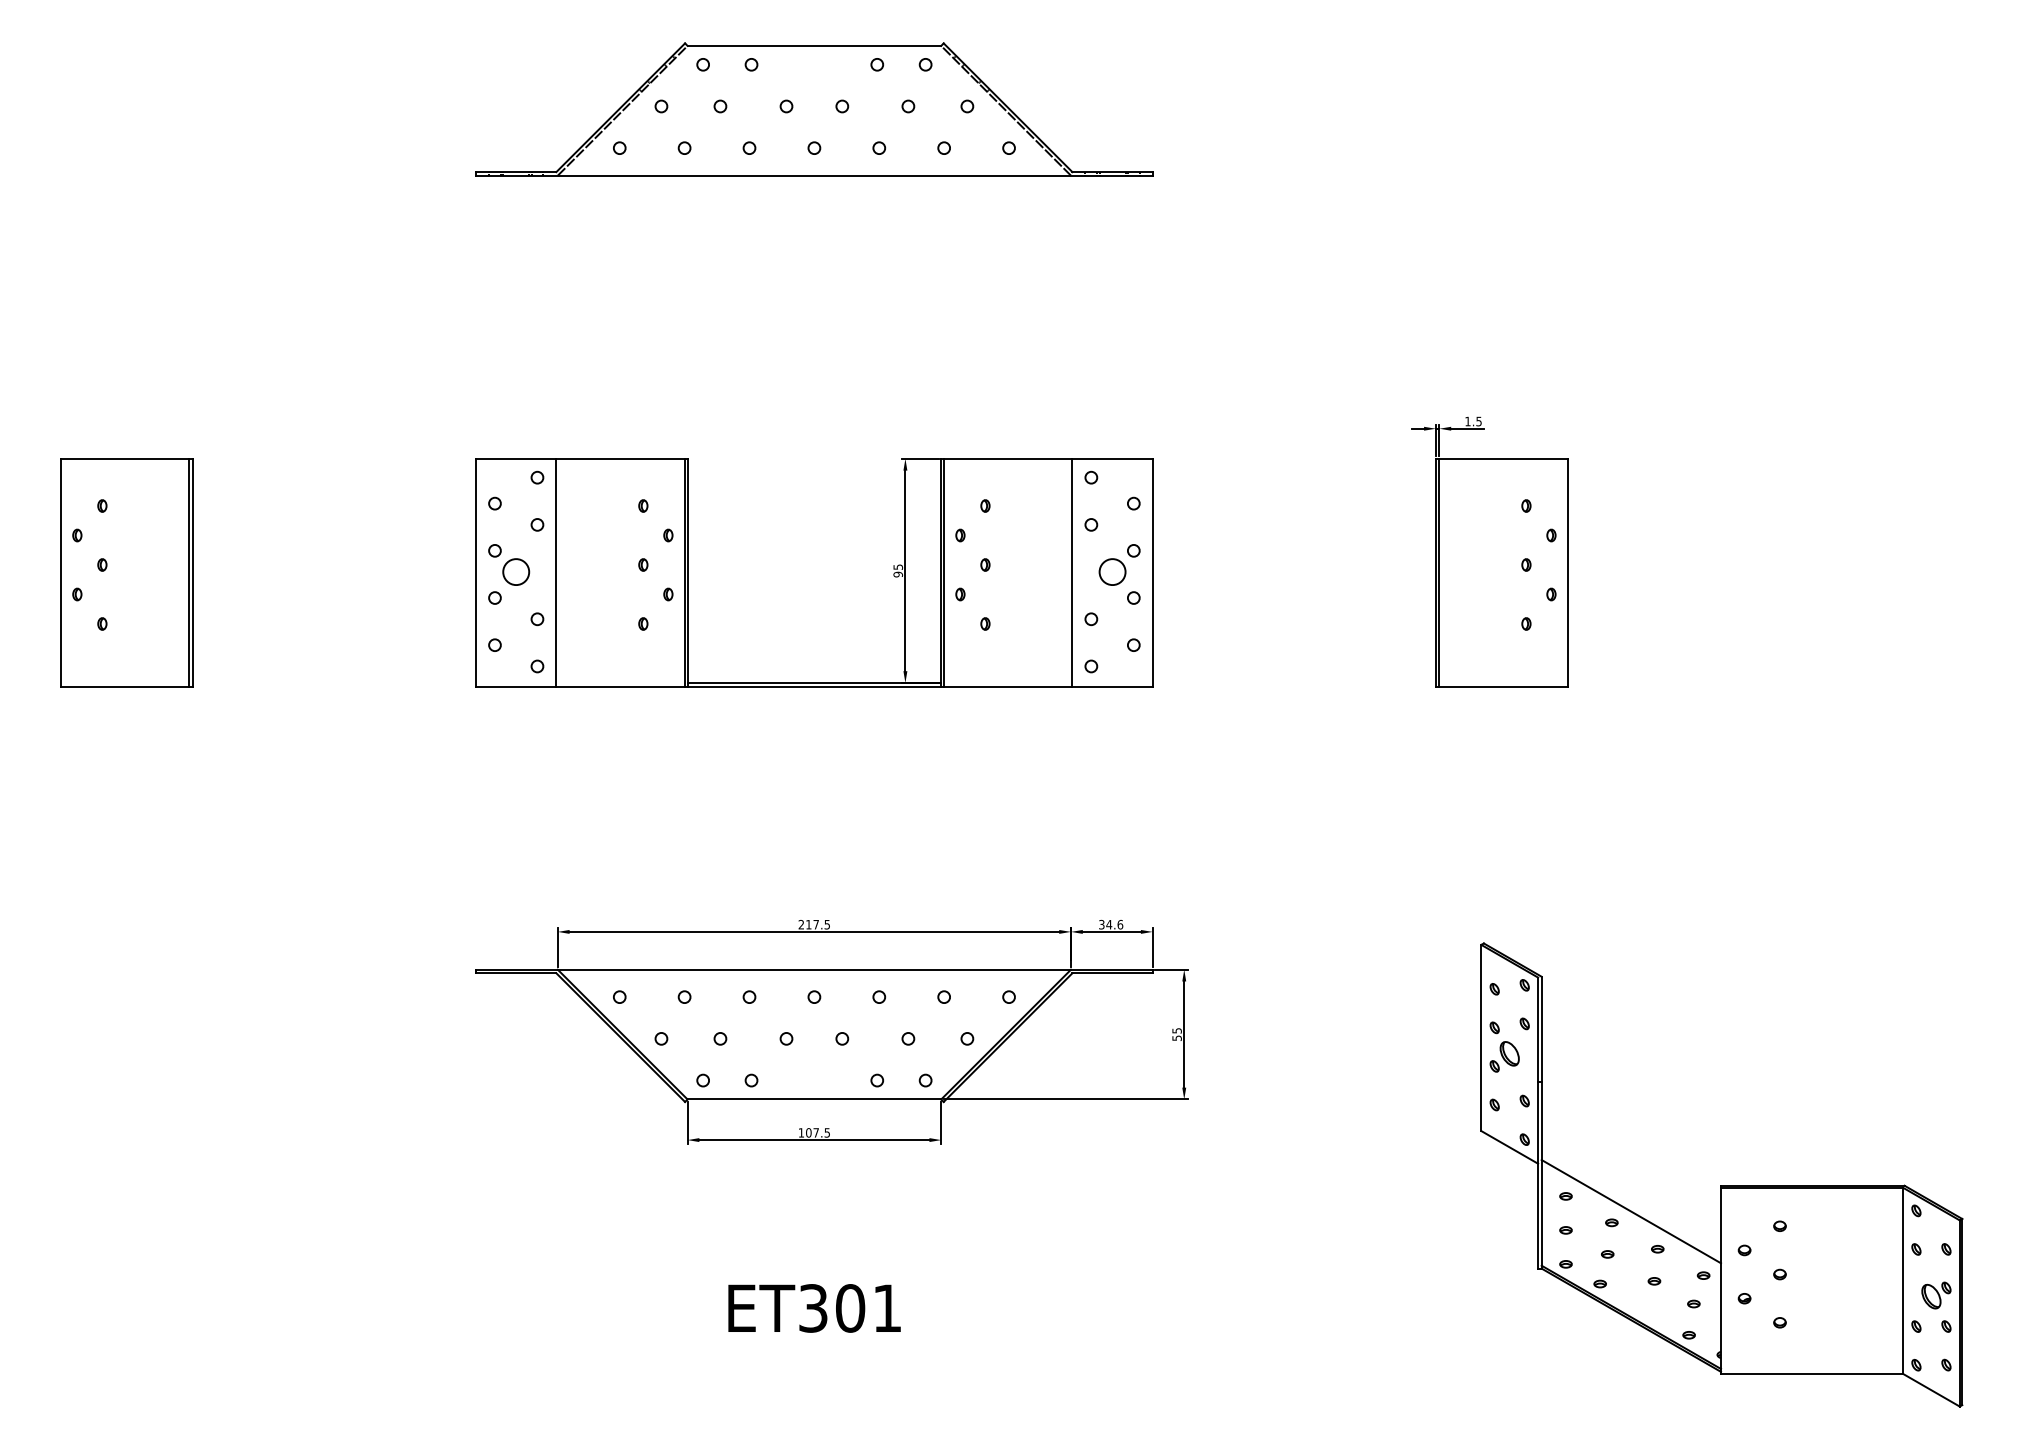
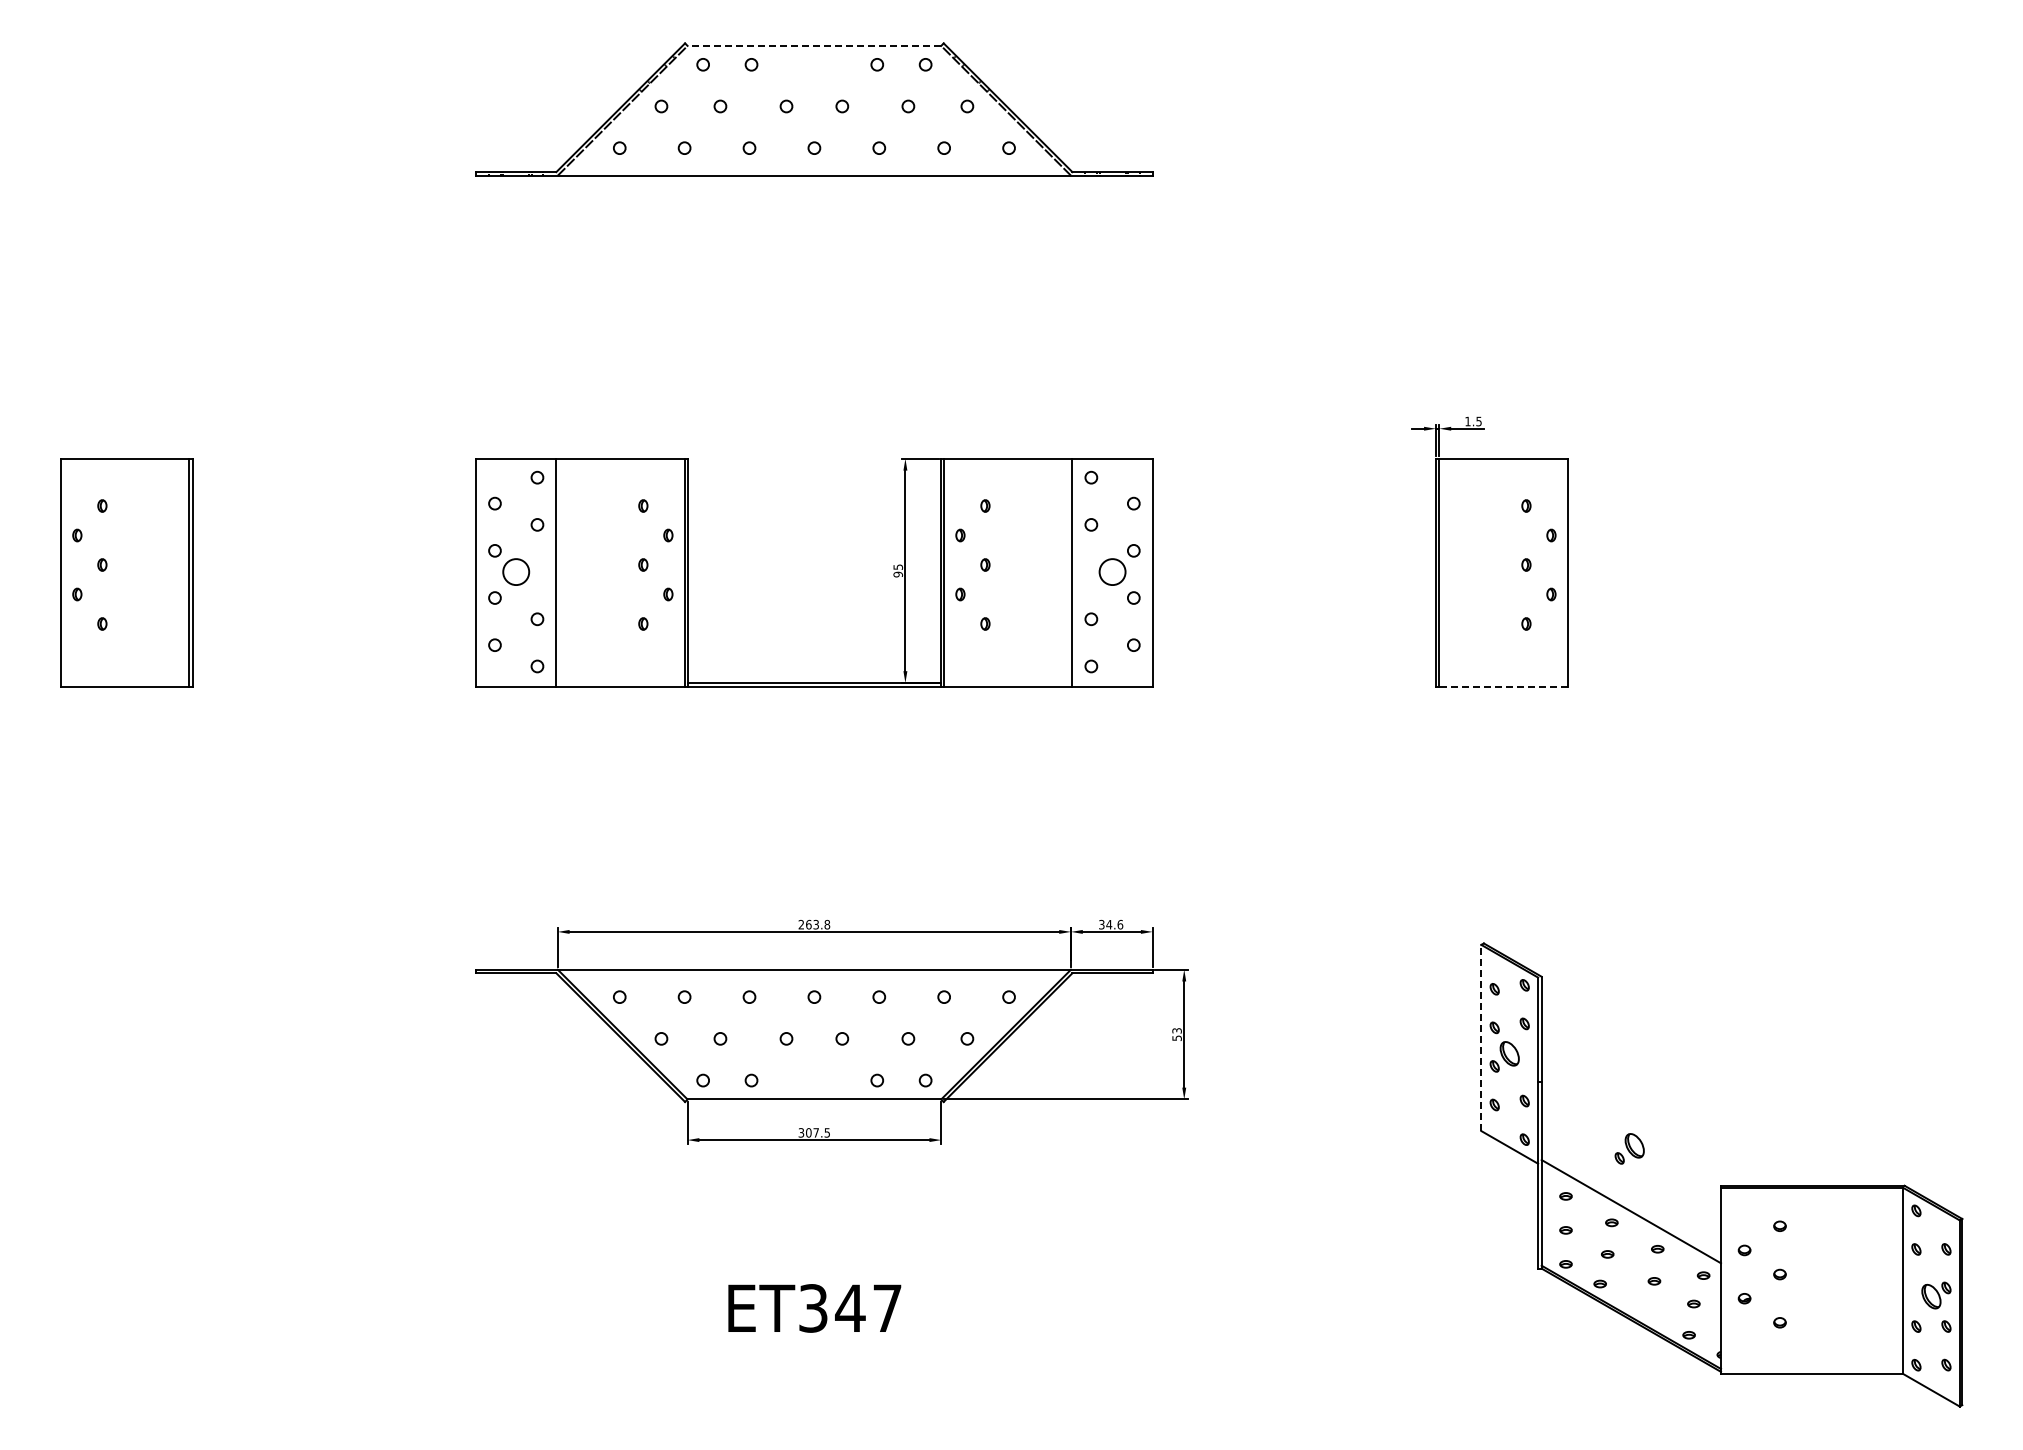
line at (814, 45): solid -> dashed
line at (1503, 686): solid -> dashed
text at (818, 924): 217.5 -> 263.8
text at (1176, 1030): 55 -> 53
line at (1481, 1037): solid -> dashed
text at (801, 1132): 107.5 -> 307.5
part at (1629, 1148): none -> present
text at (868, 1308): ET301 -> ET347
